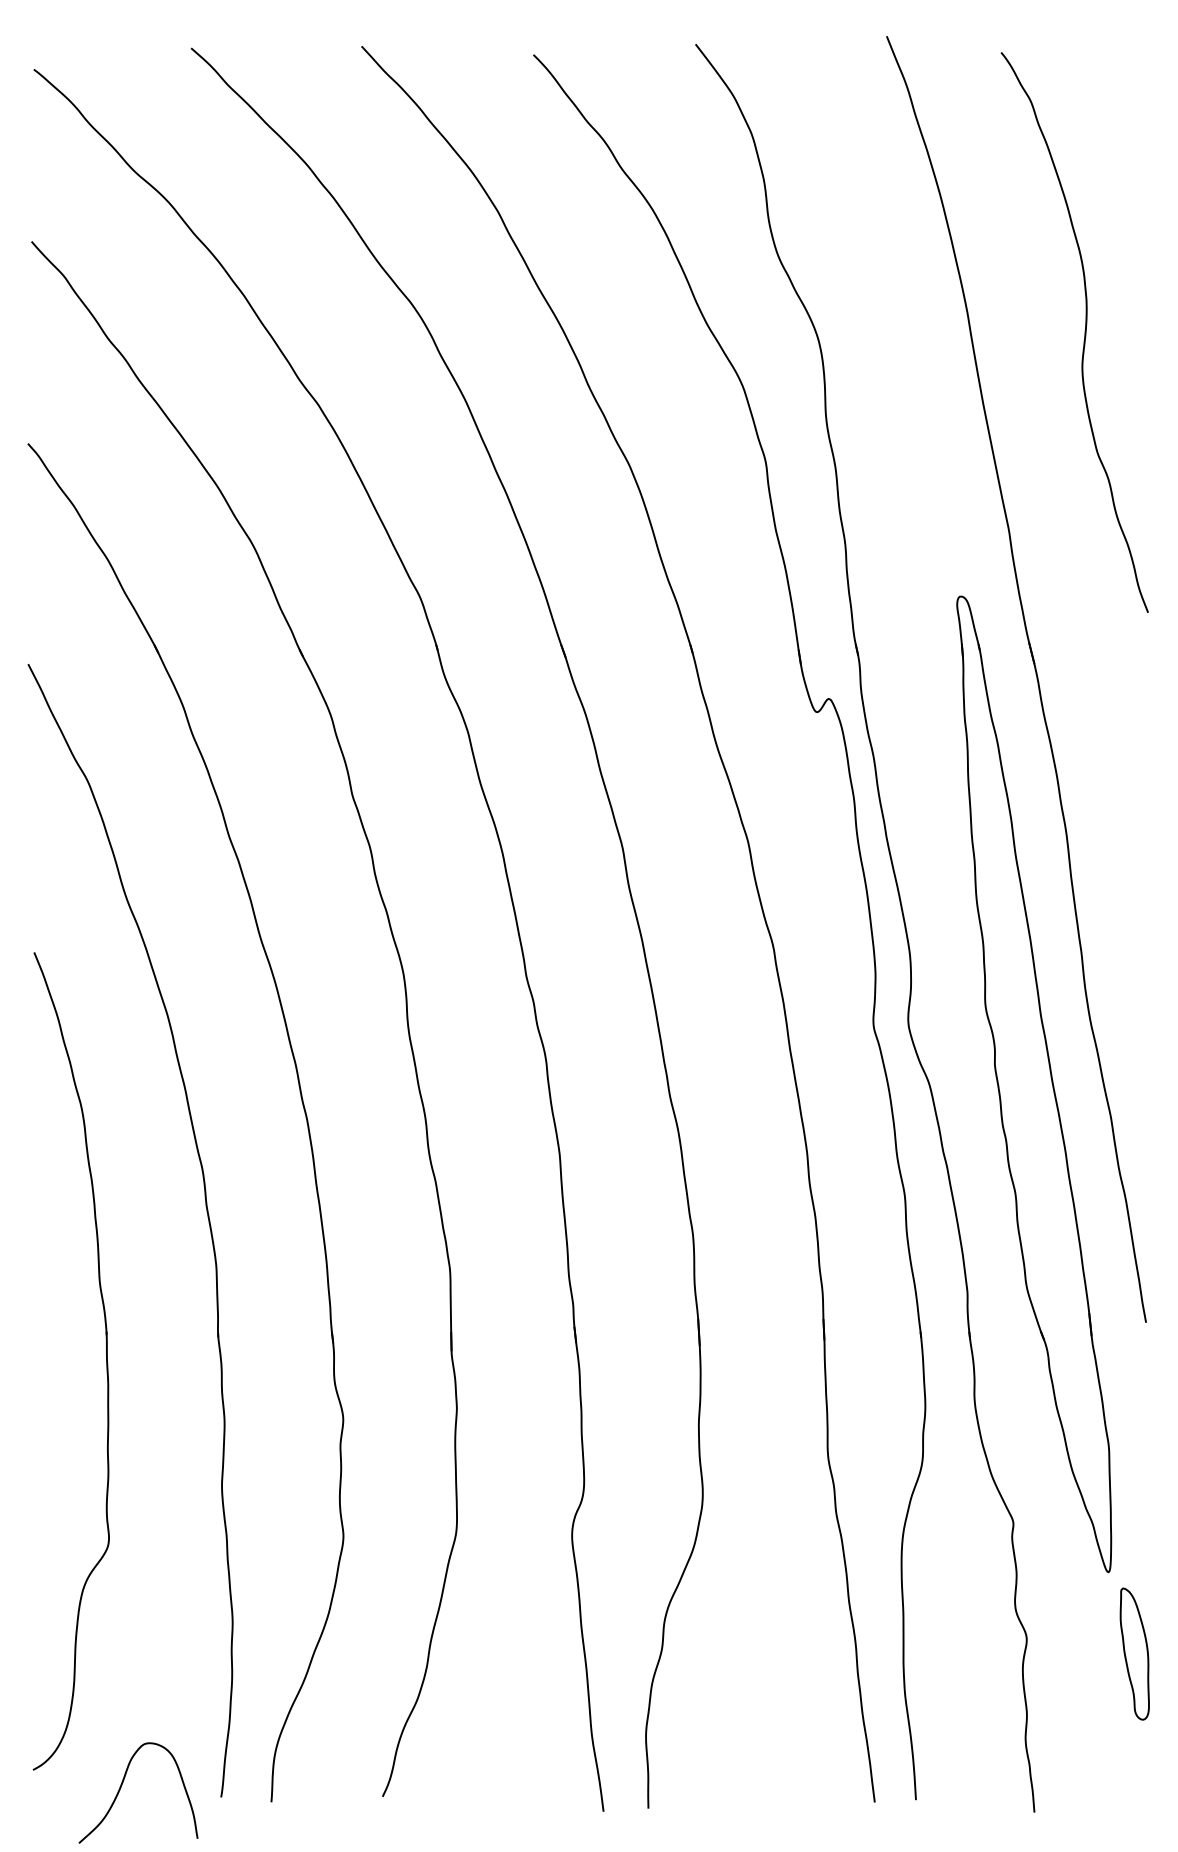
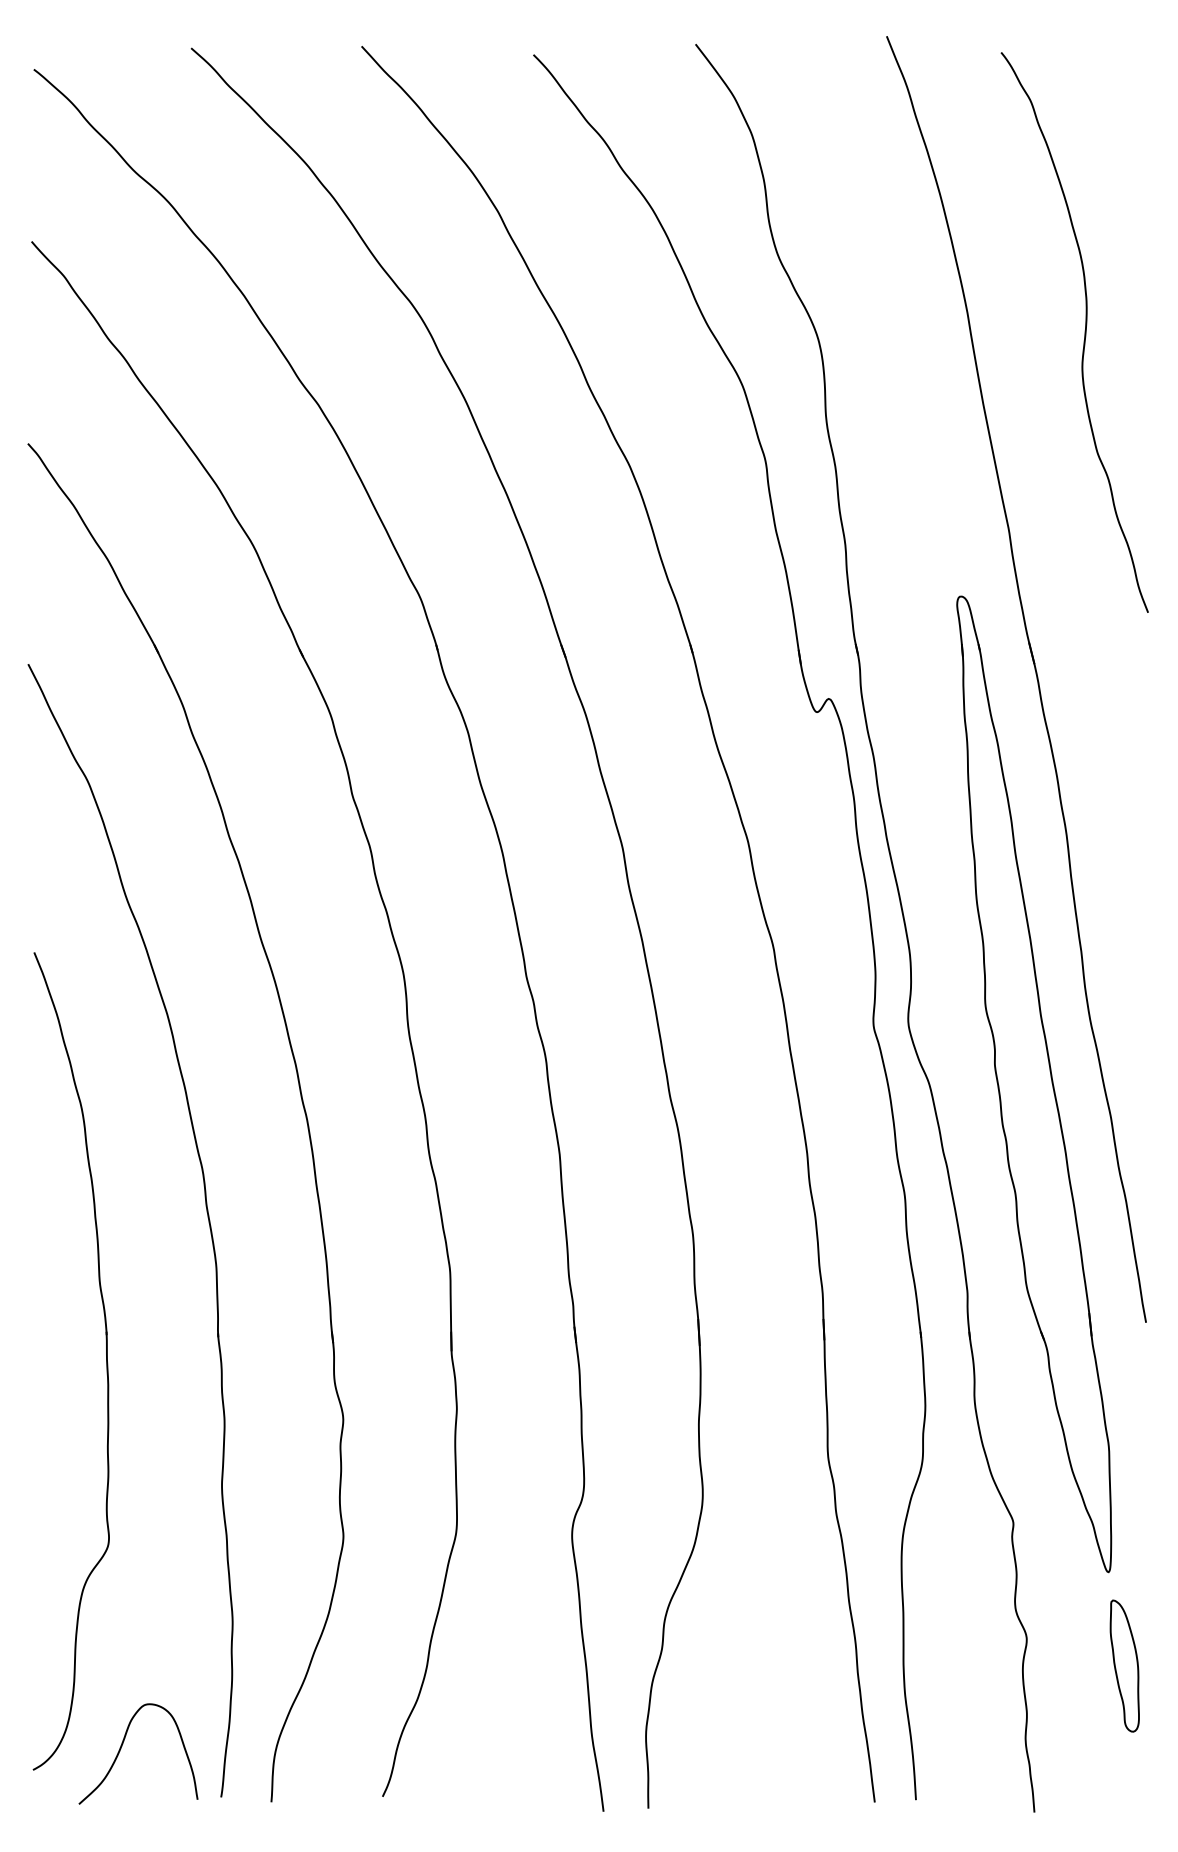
part at (1134, 1653) position: (1134, 1653) -> (1124, 1665)
curve at (122, 1785) position: (122, 1785) -> (122, 1746)
